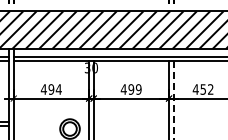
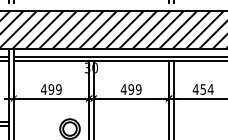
text at (58, 89): 494 -> 499
text at (210, 89): 452 -> 454
line at (173, 100): dashed -> solid
